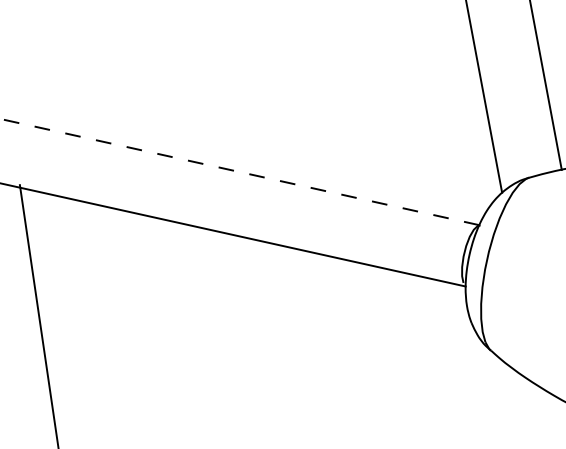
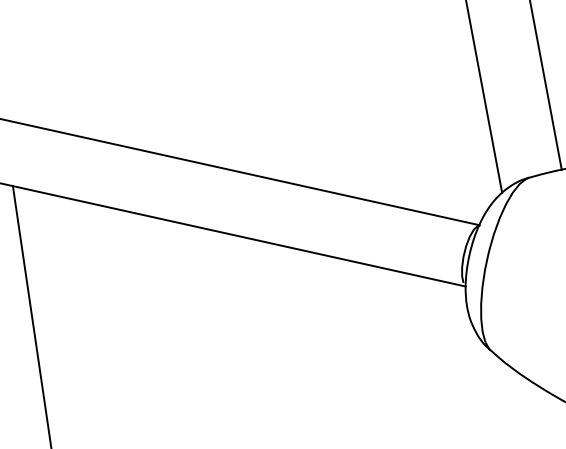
line at (239, 171): dashed -> solid
line at (38, 315) position: (38, 315) -> (31, 315)
